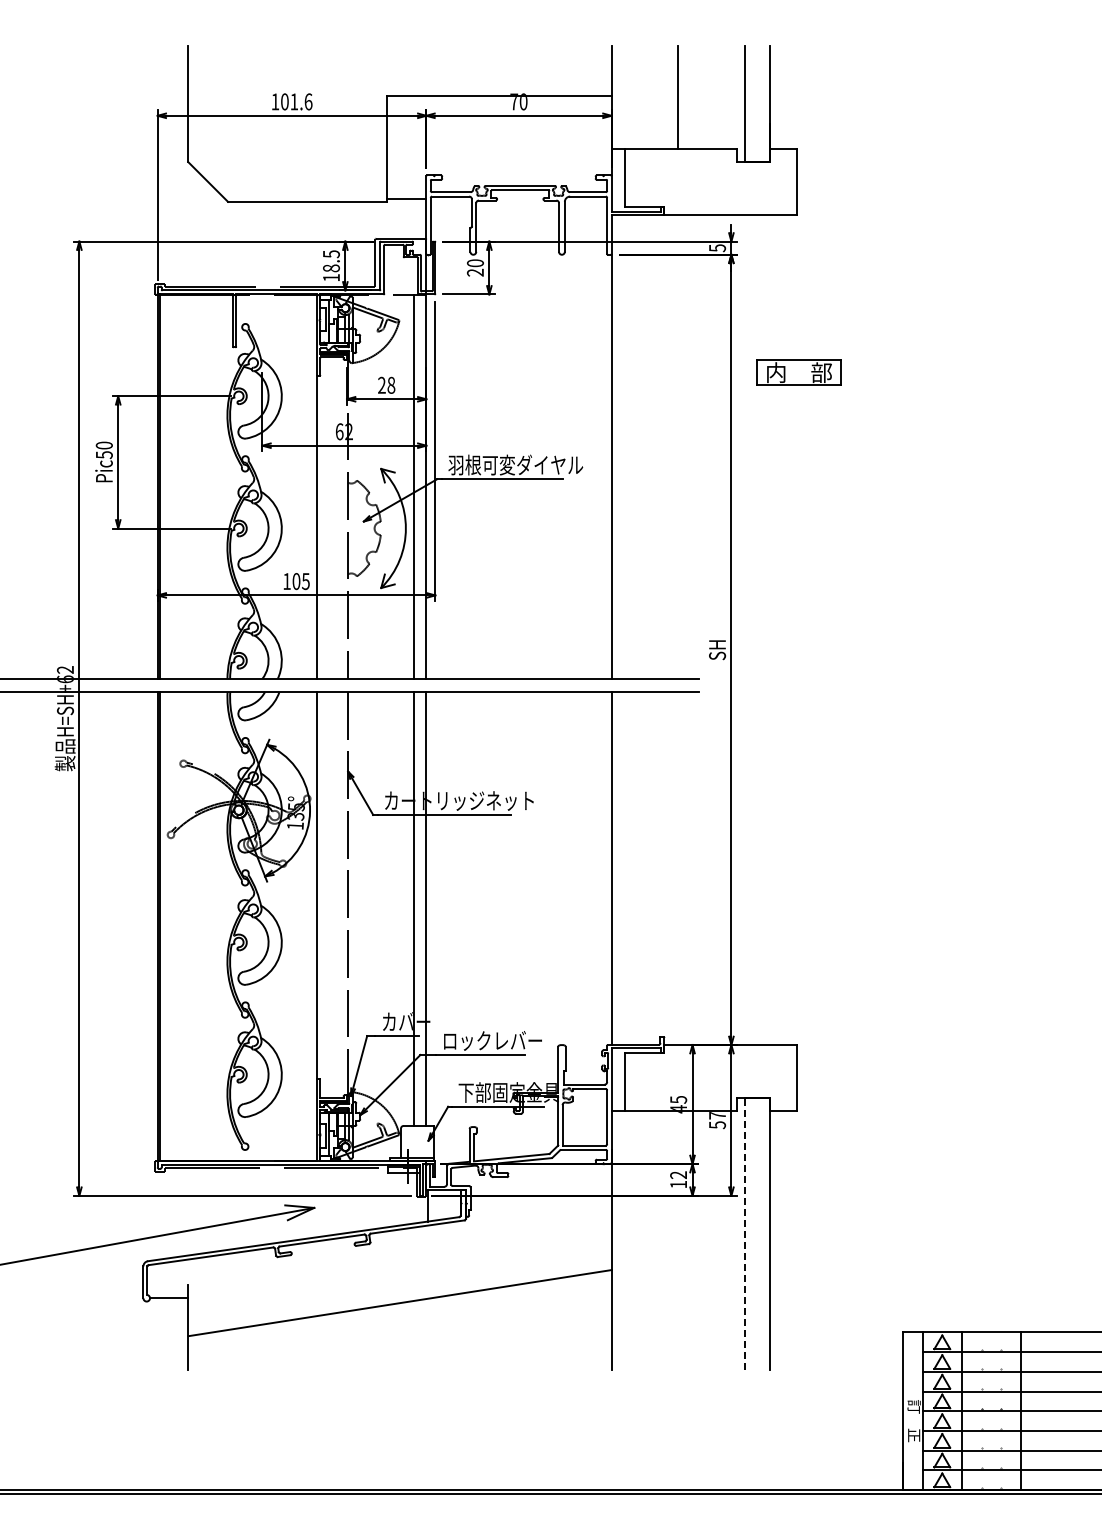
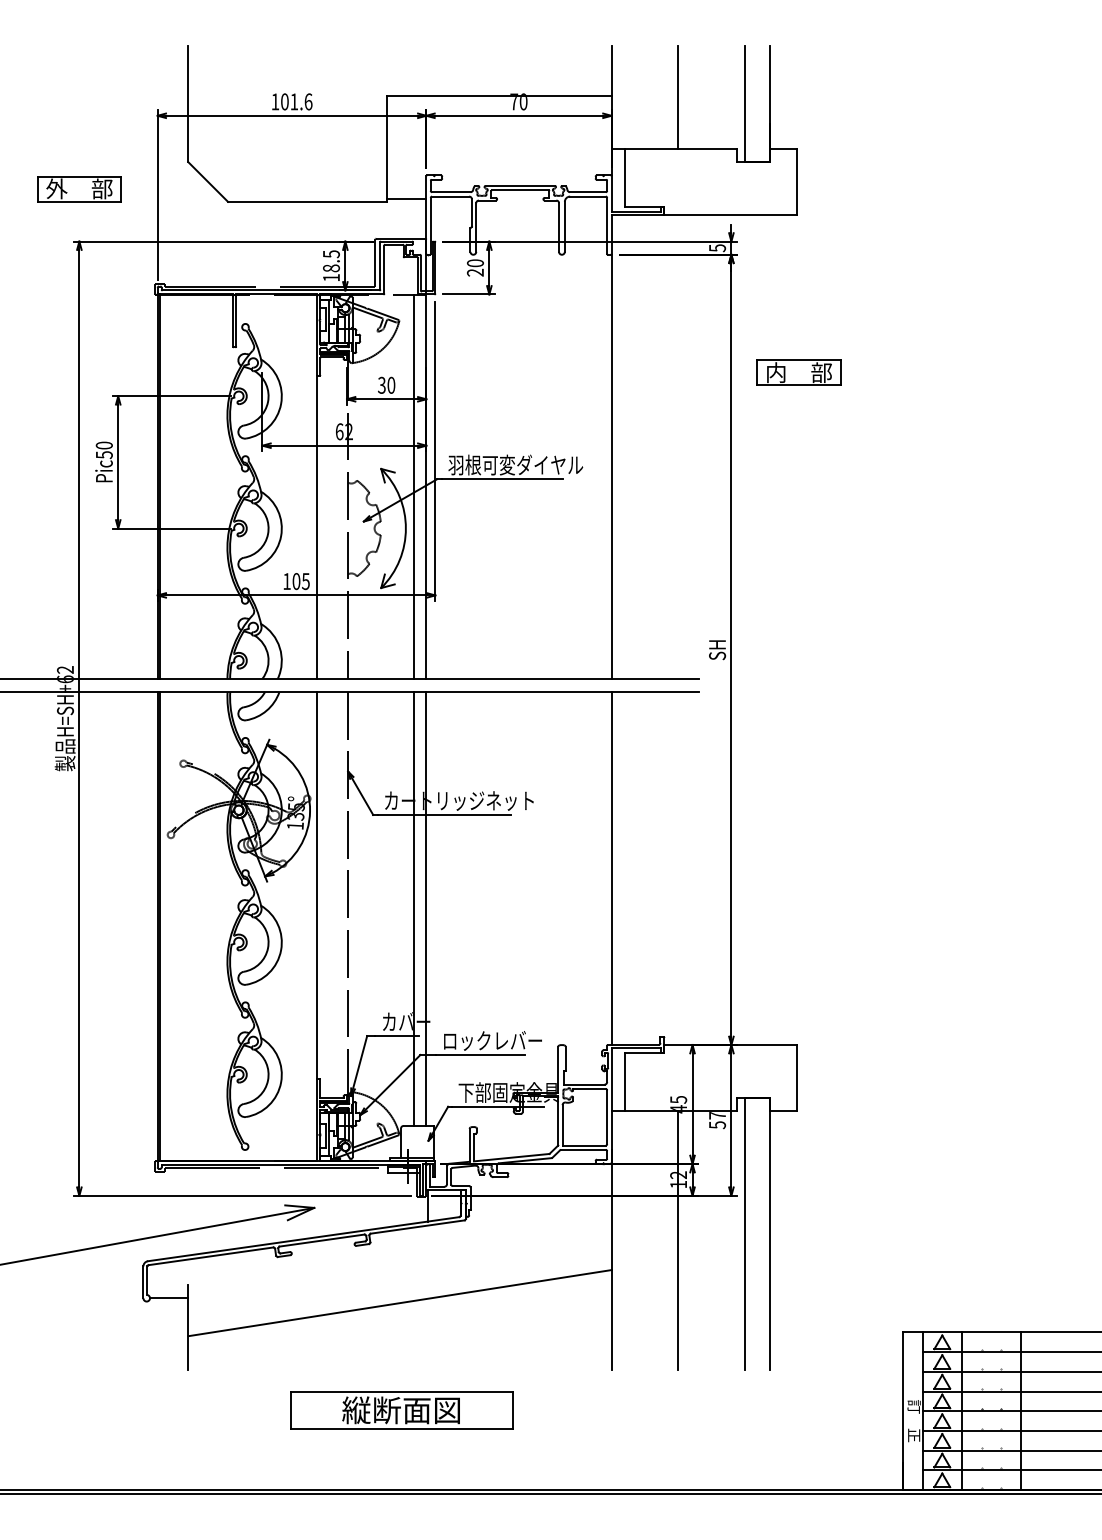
part at (79, 189): none -> present
text at (386, 385): 28 -> 30
line at (745, 1233): dashed -> solid
line at (677, 1240): none -> present
part at (401, 1410): none -> present
